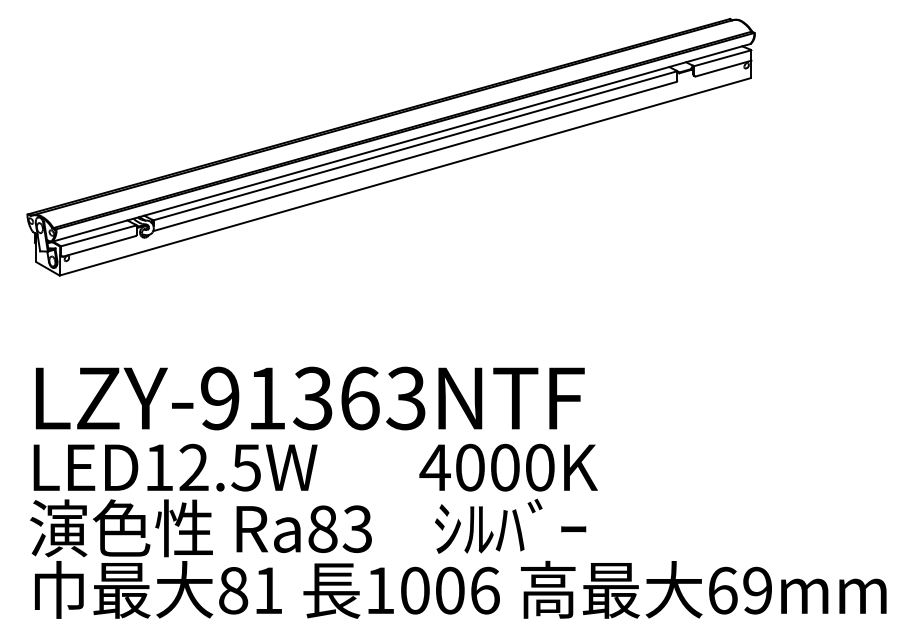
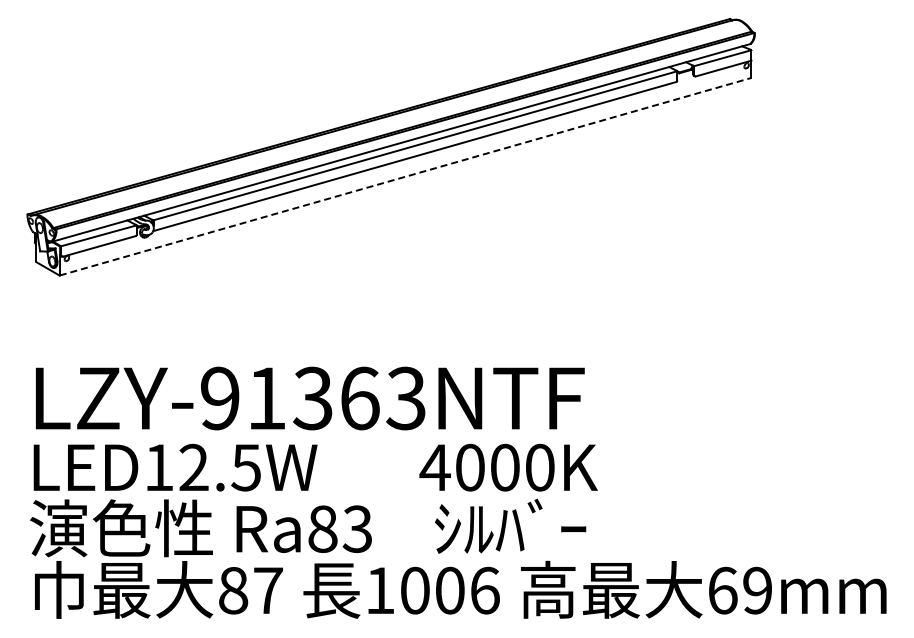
line at (405, 176): solid -> dashed
text at (268, 590): 81 -> 87
